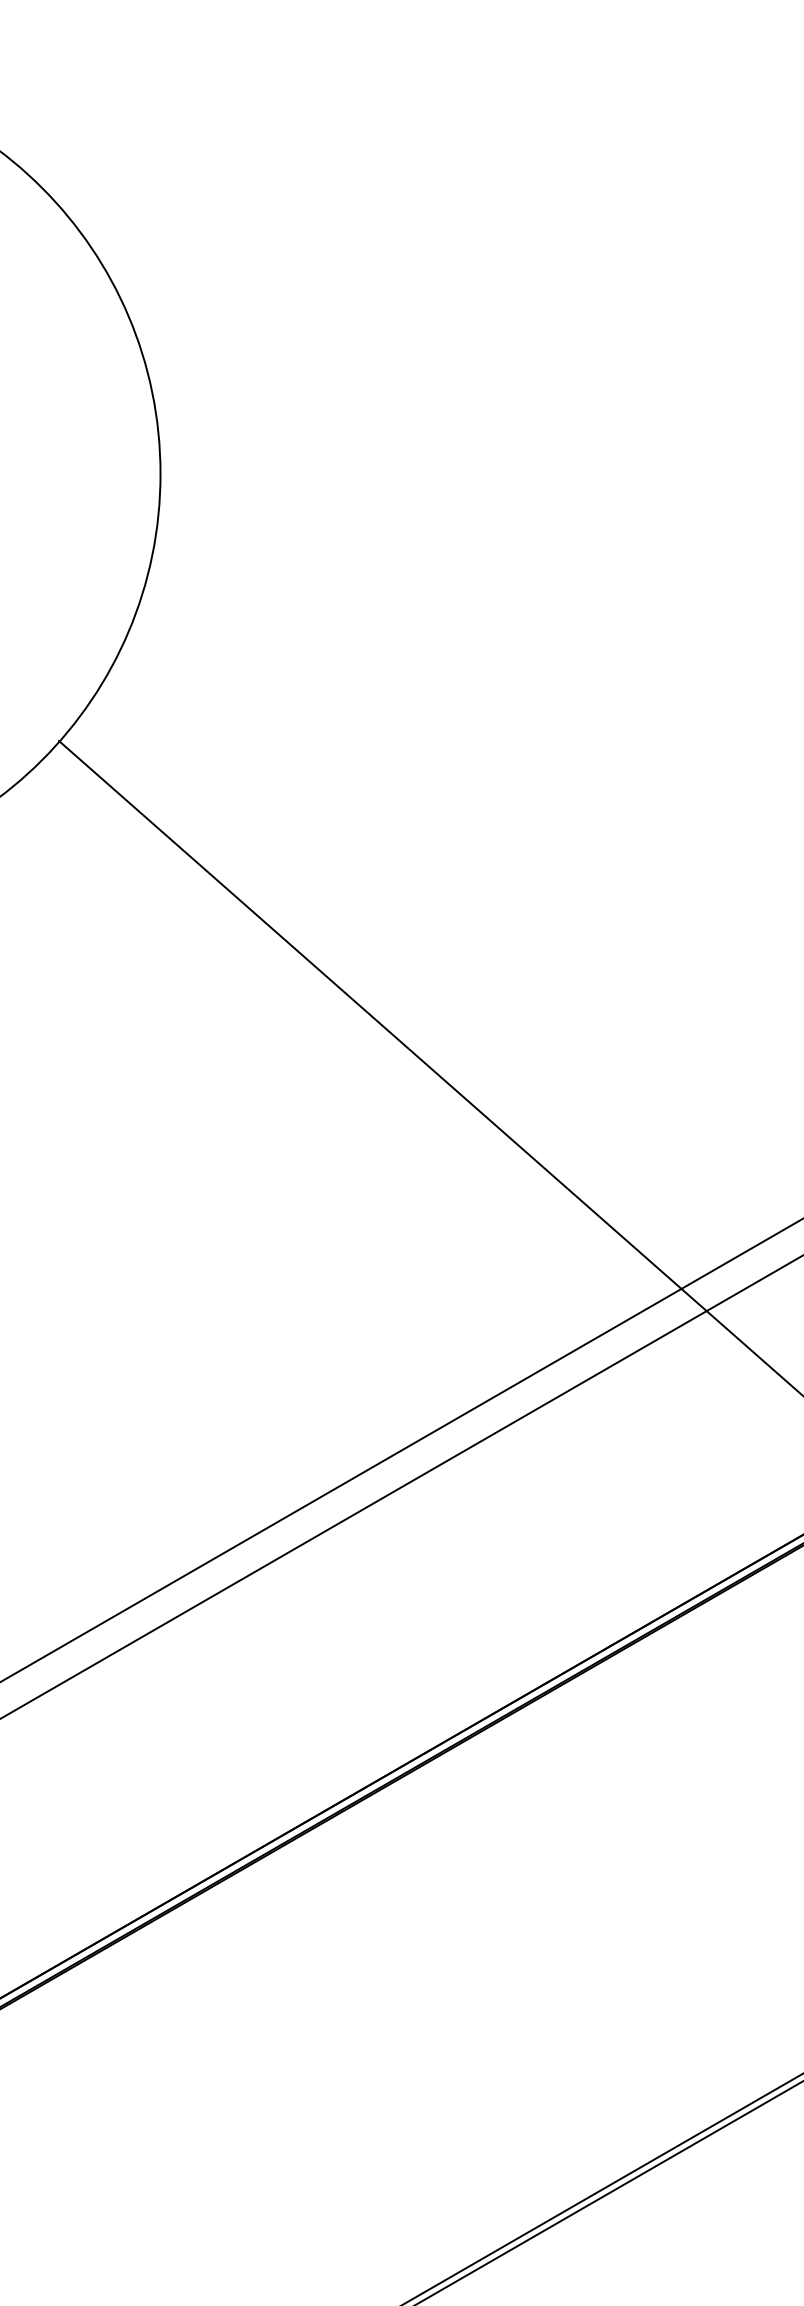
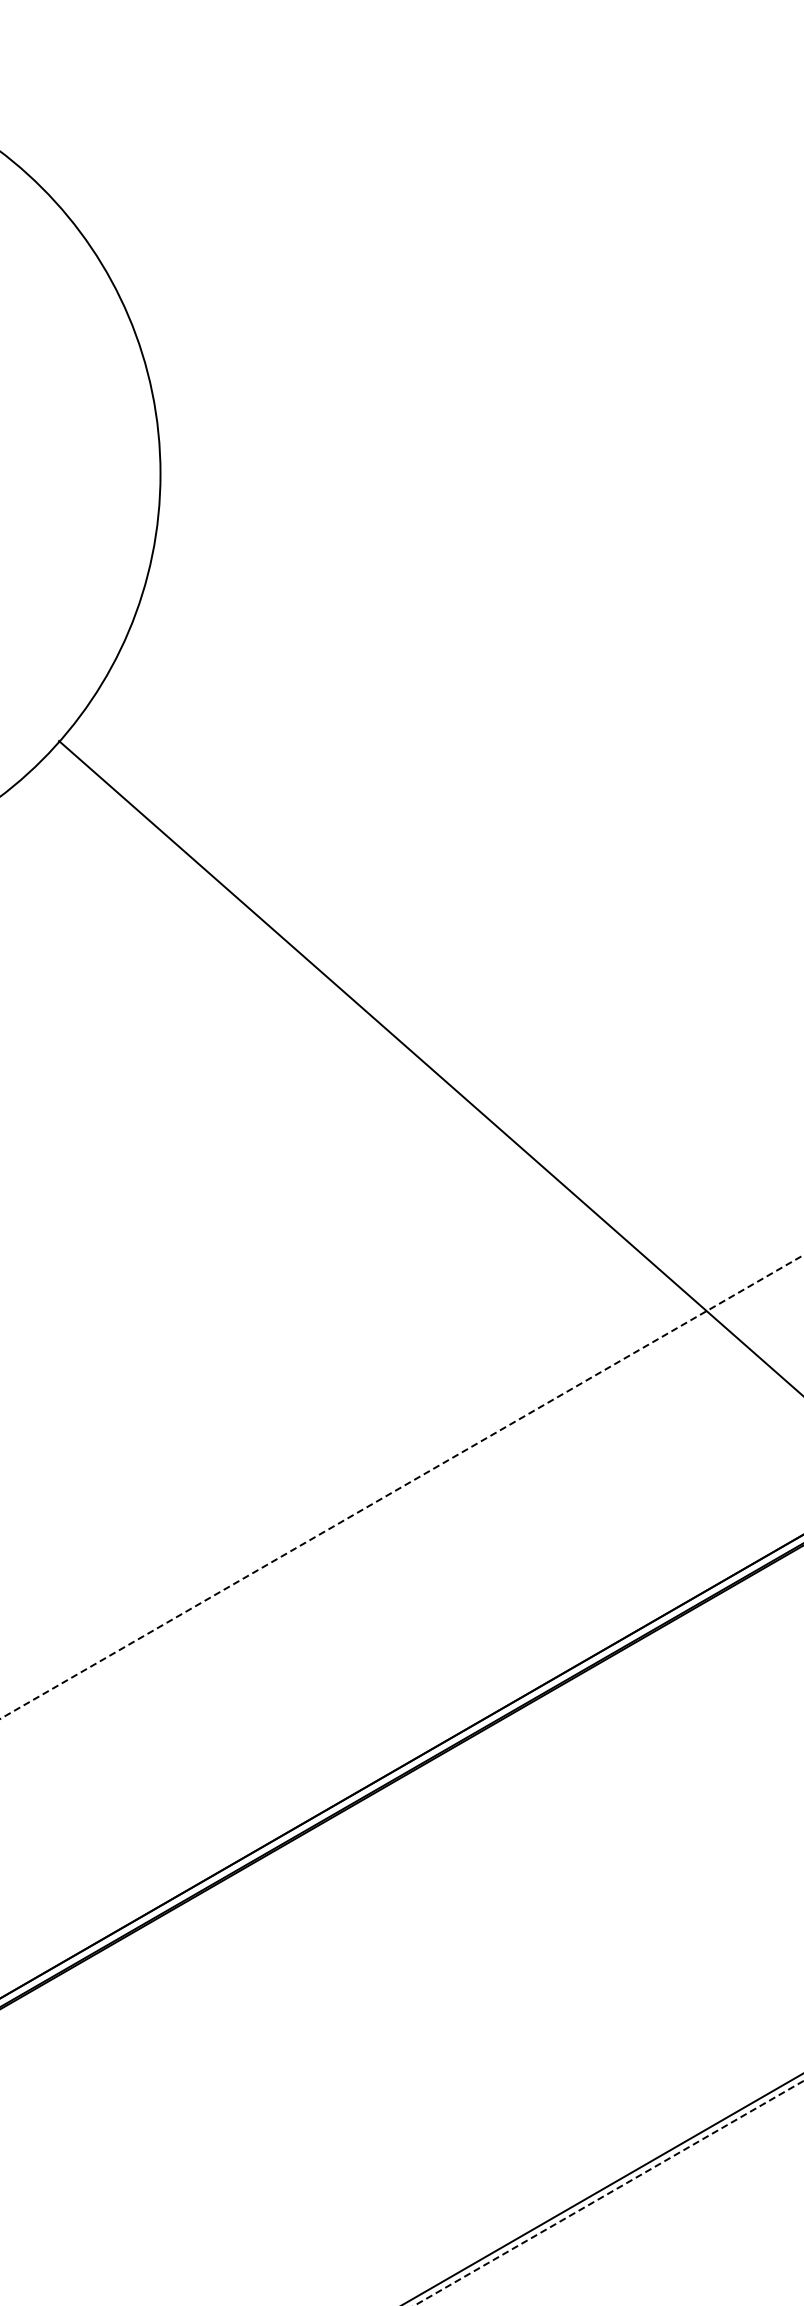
line at (401, 1450): present -> none
line at (401, 1487): solid -> dashed
line at (608, 2193): solid -> dashed
